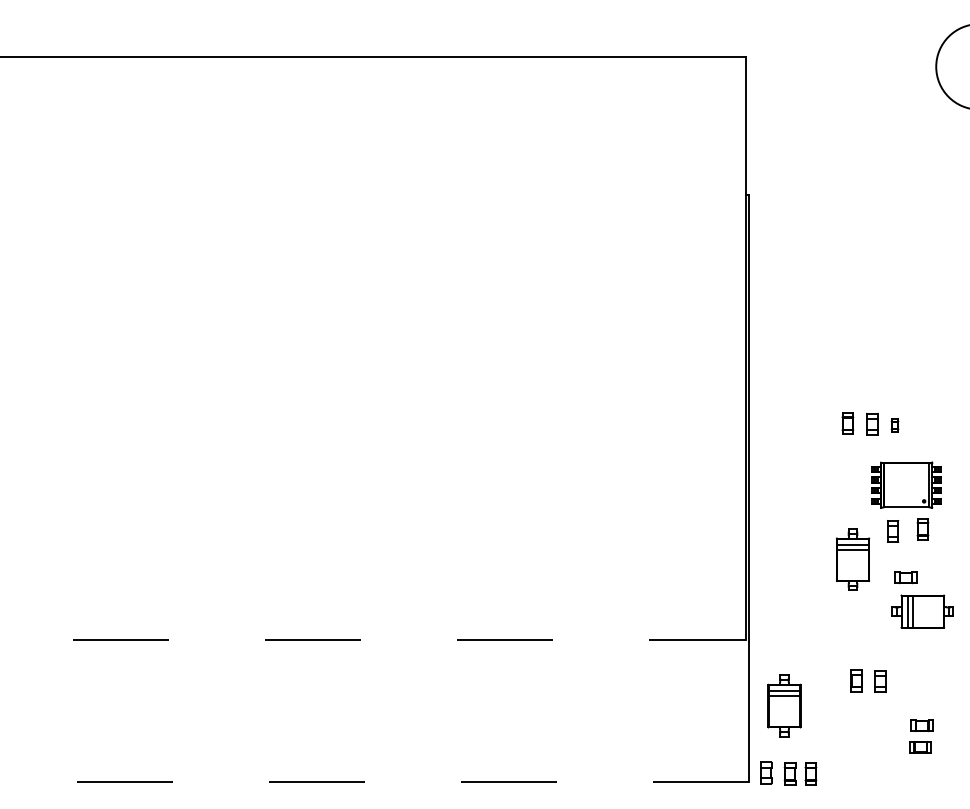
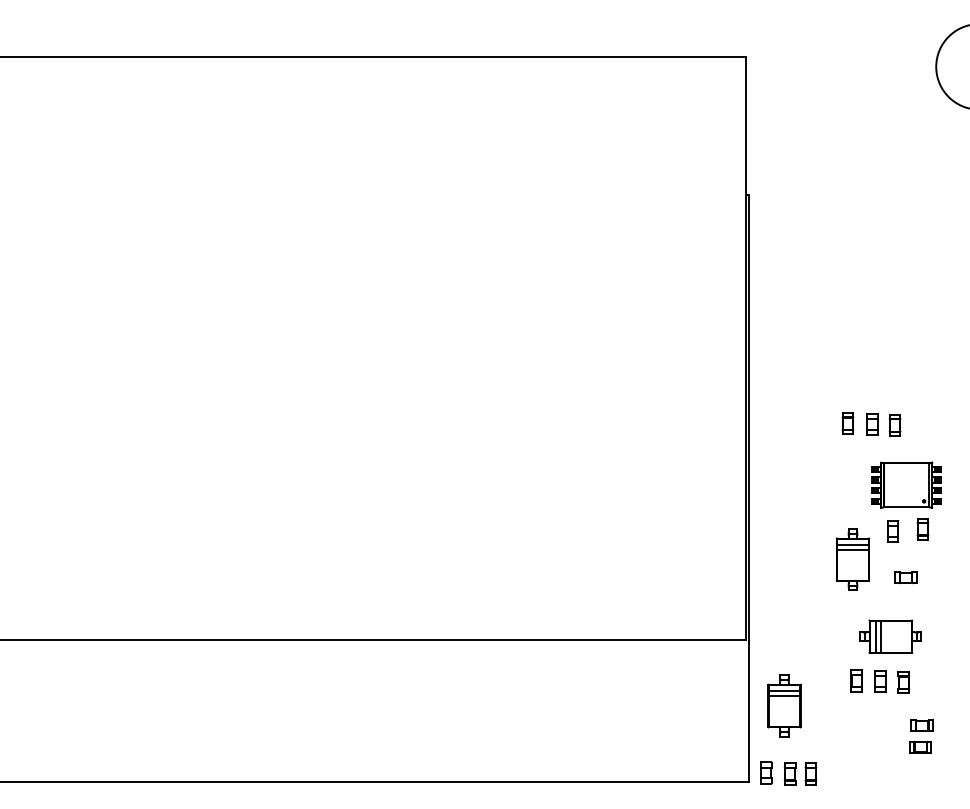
part at (894, 425) size: 10x15 px -> 14x23 px
part at (922, 611) position: (922, 611) -> (890, 636)
line at (372, 639): dashed -> solid
part at (903, 682): none -> present
line at (374, 781): dashed -> solid
